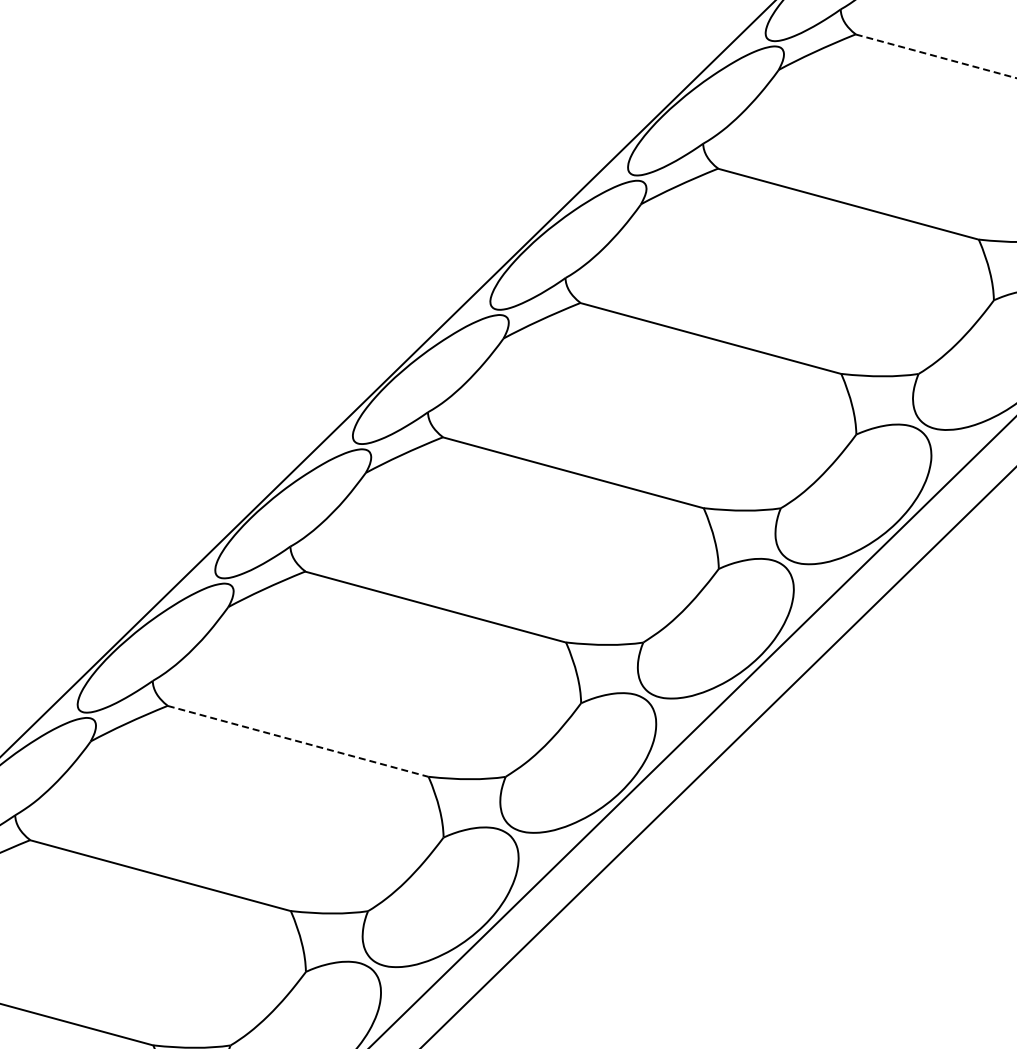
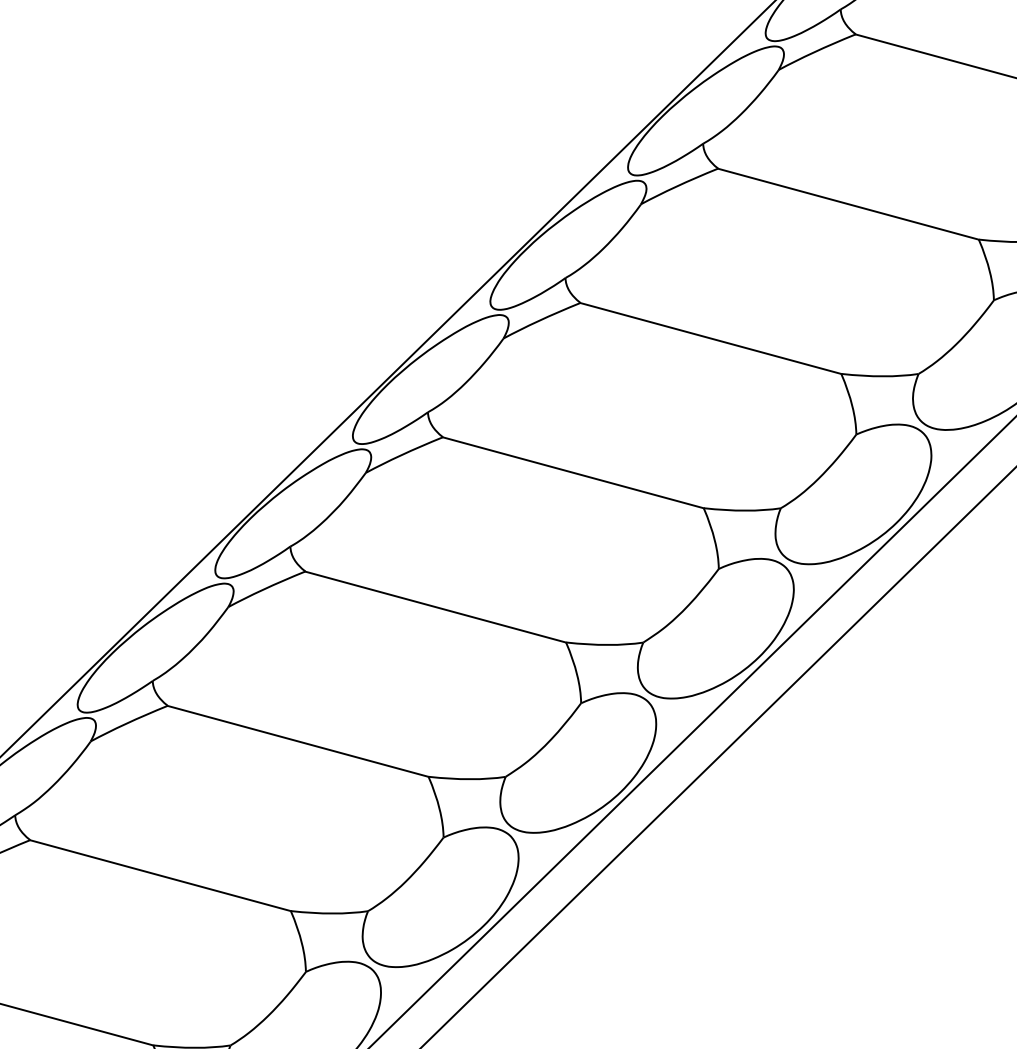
line at (936, 56): dashed -> solid
line at (298, 741): dashed -> solid
